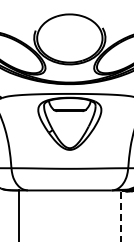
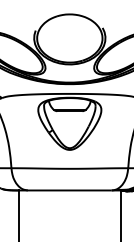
line at (121, 215): dashed -> solid
